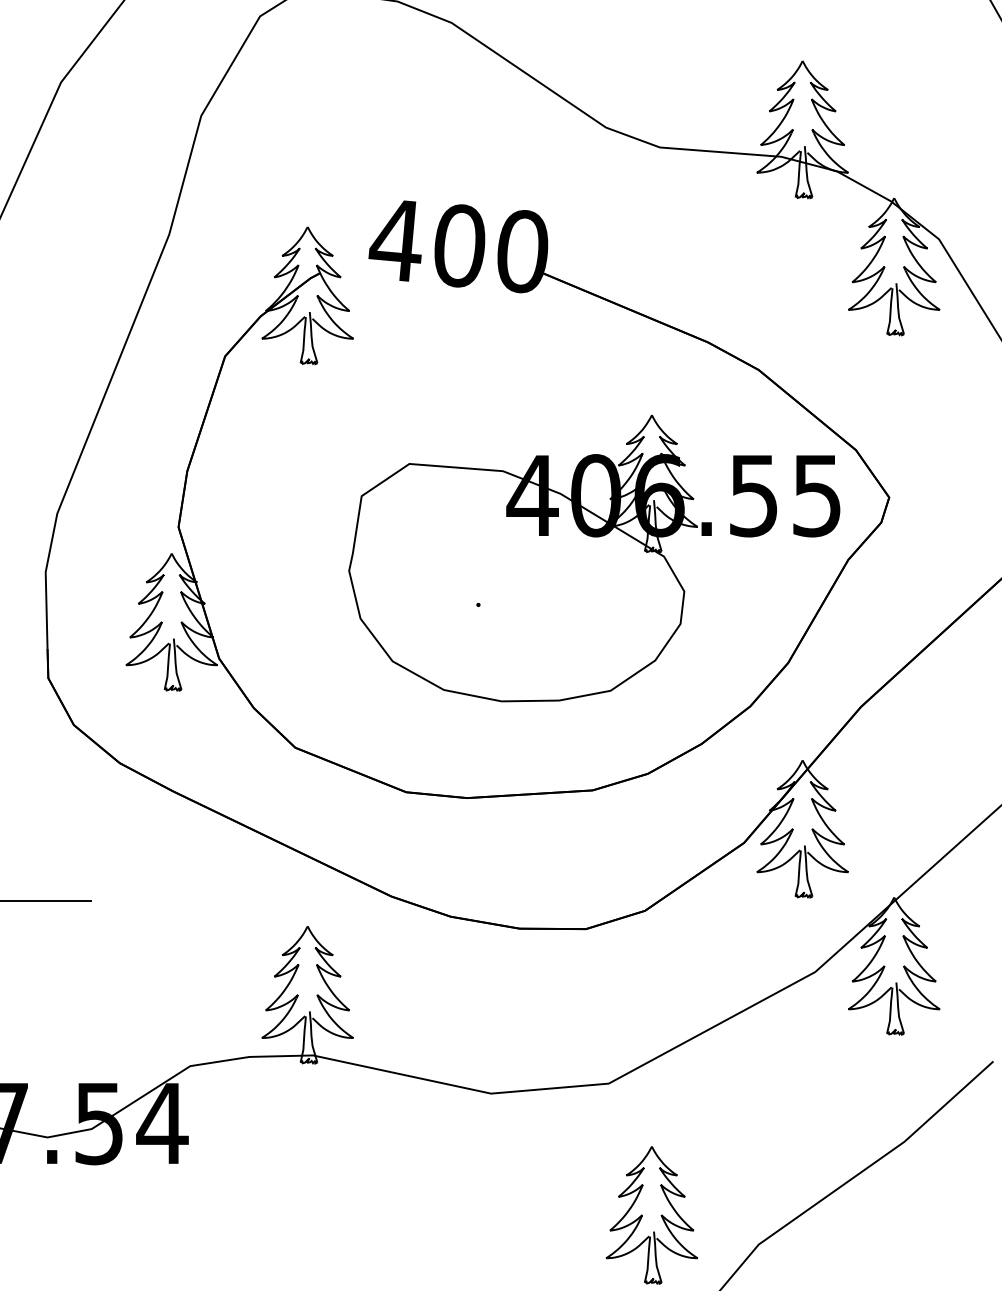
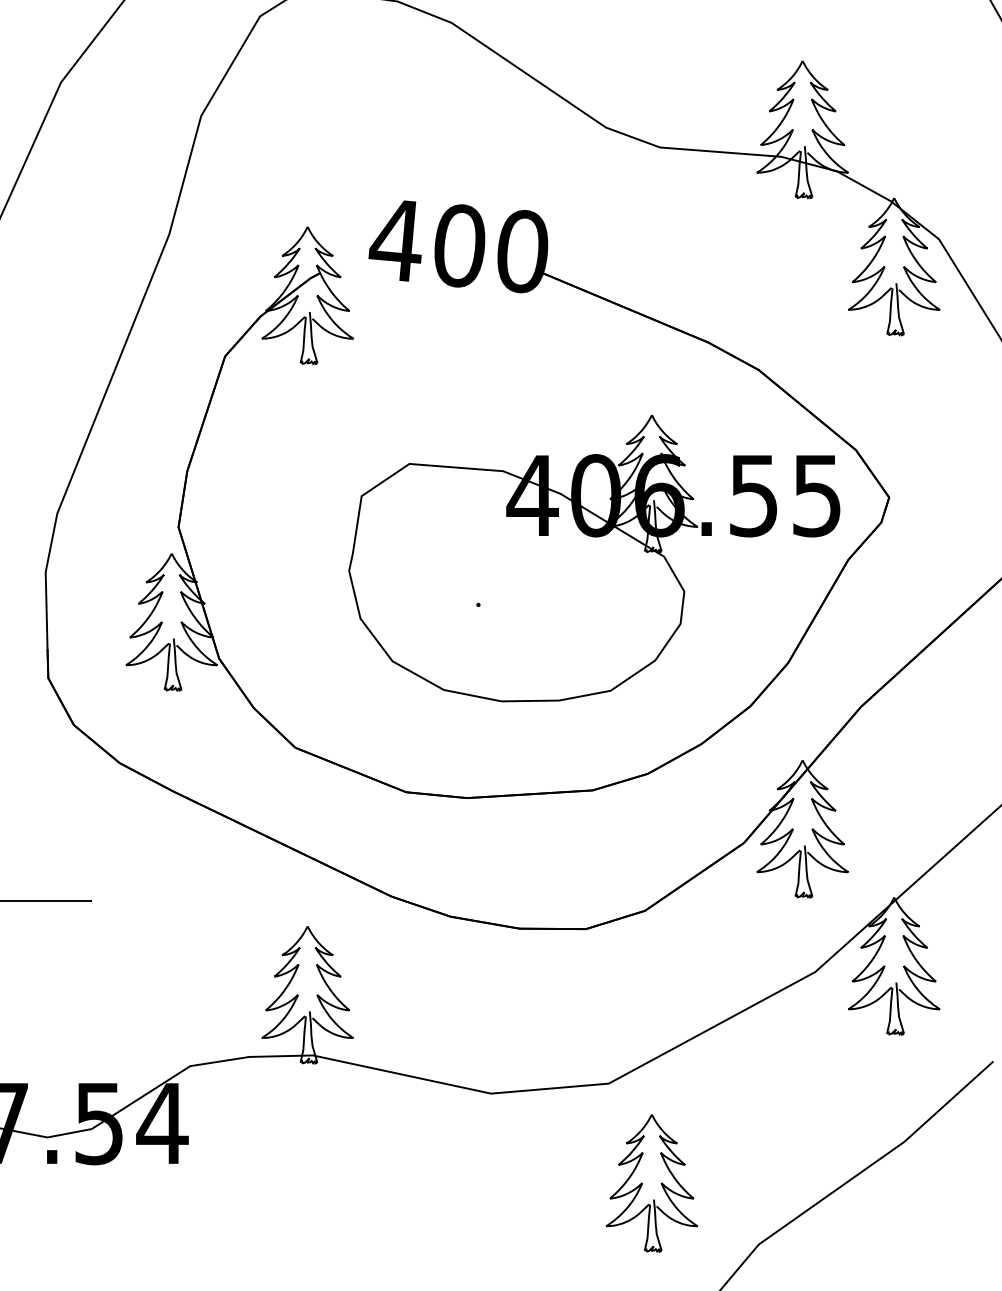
part at (651, 1215) position: (651, 1215) -> (651, 1183)
